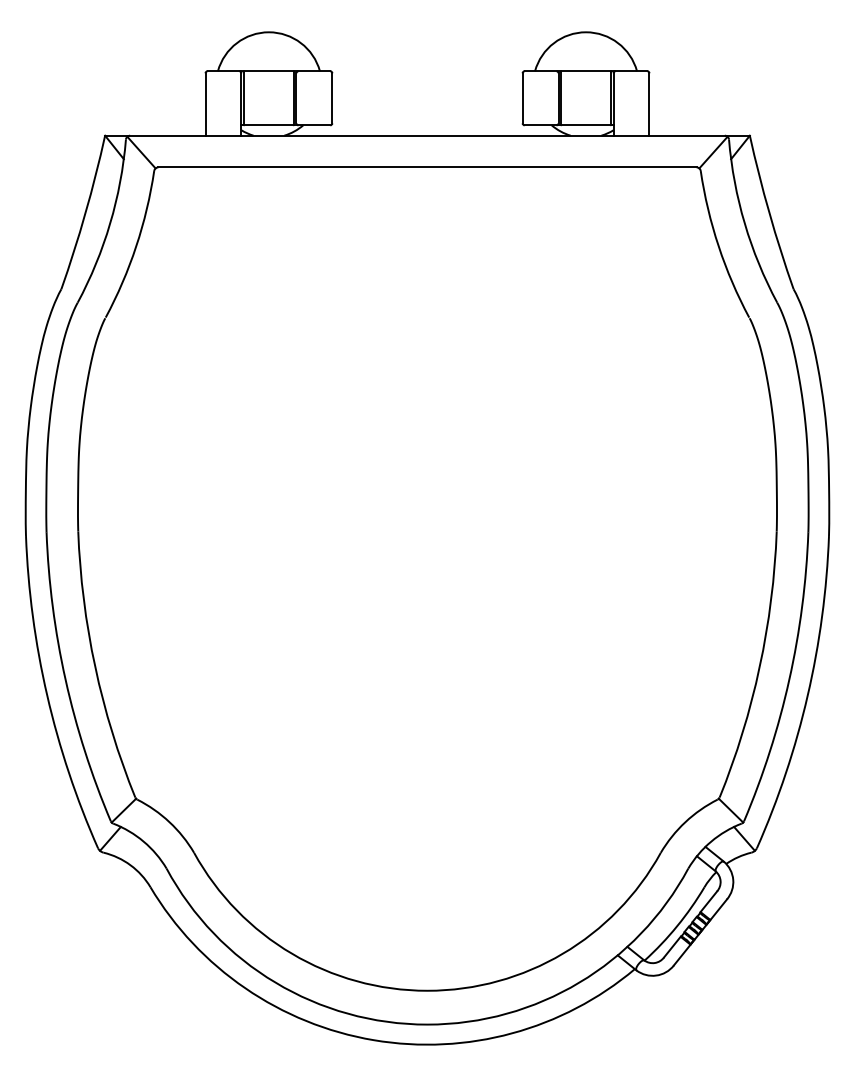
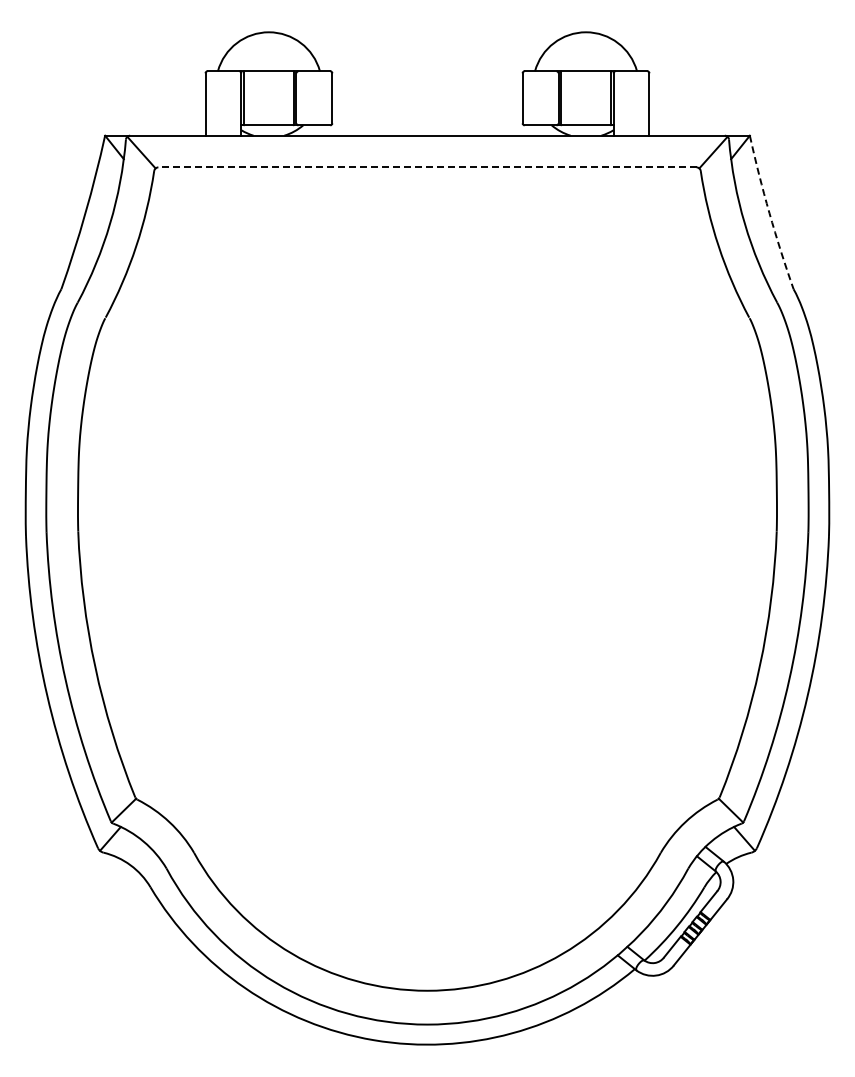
line at (427, 167): solid -> dashed
arc at (769, 213): solid -> dashed
